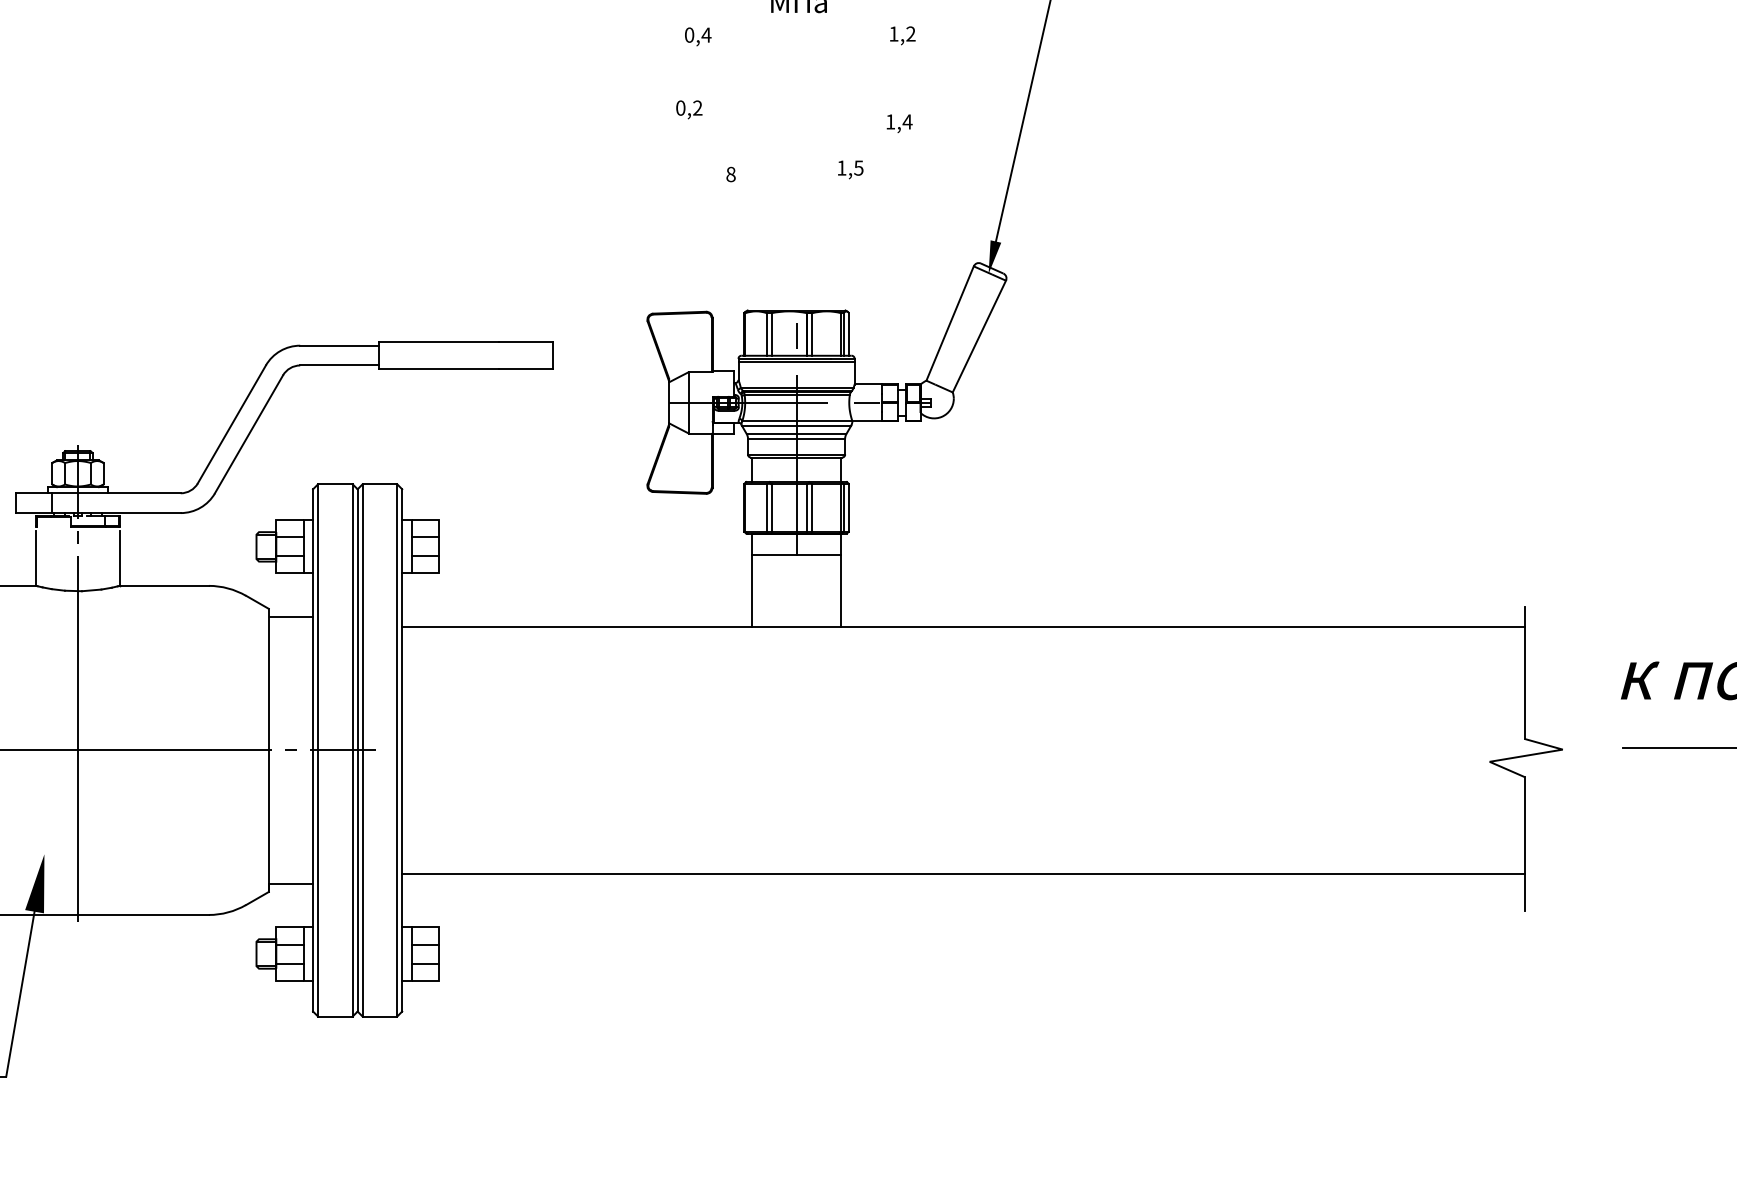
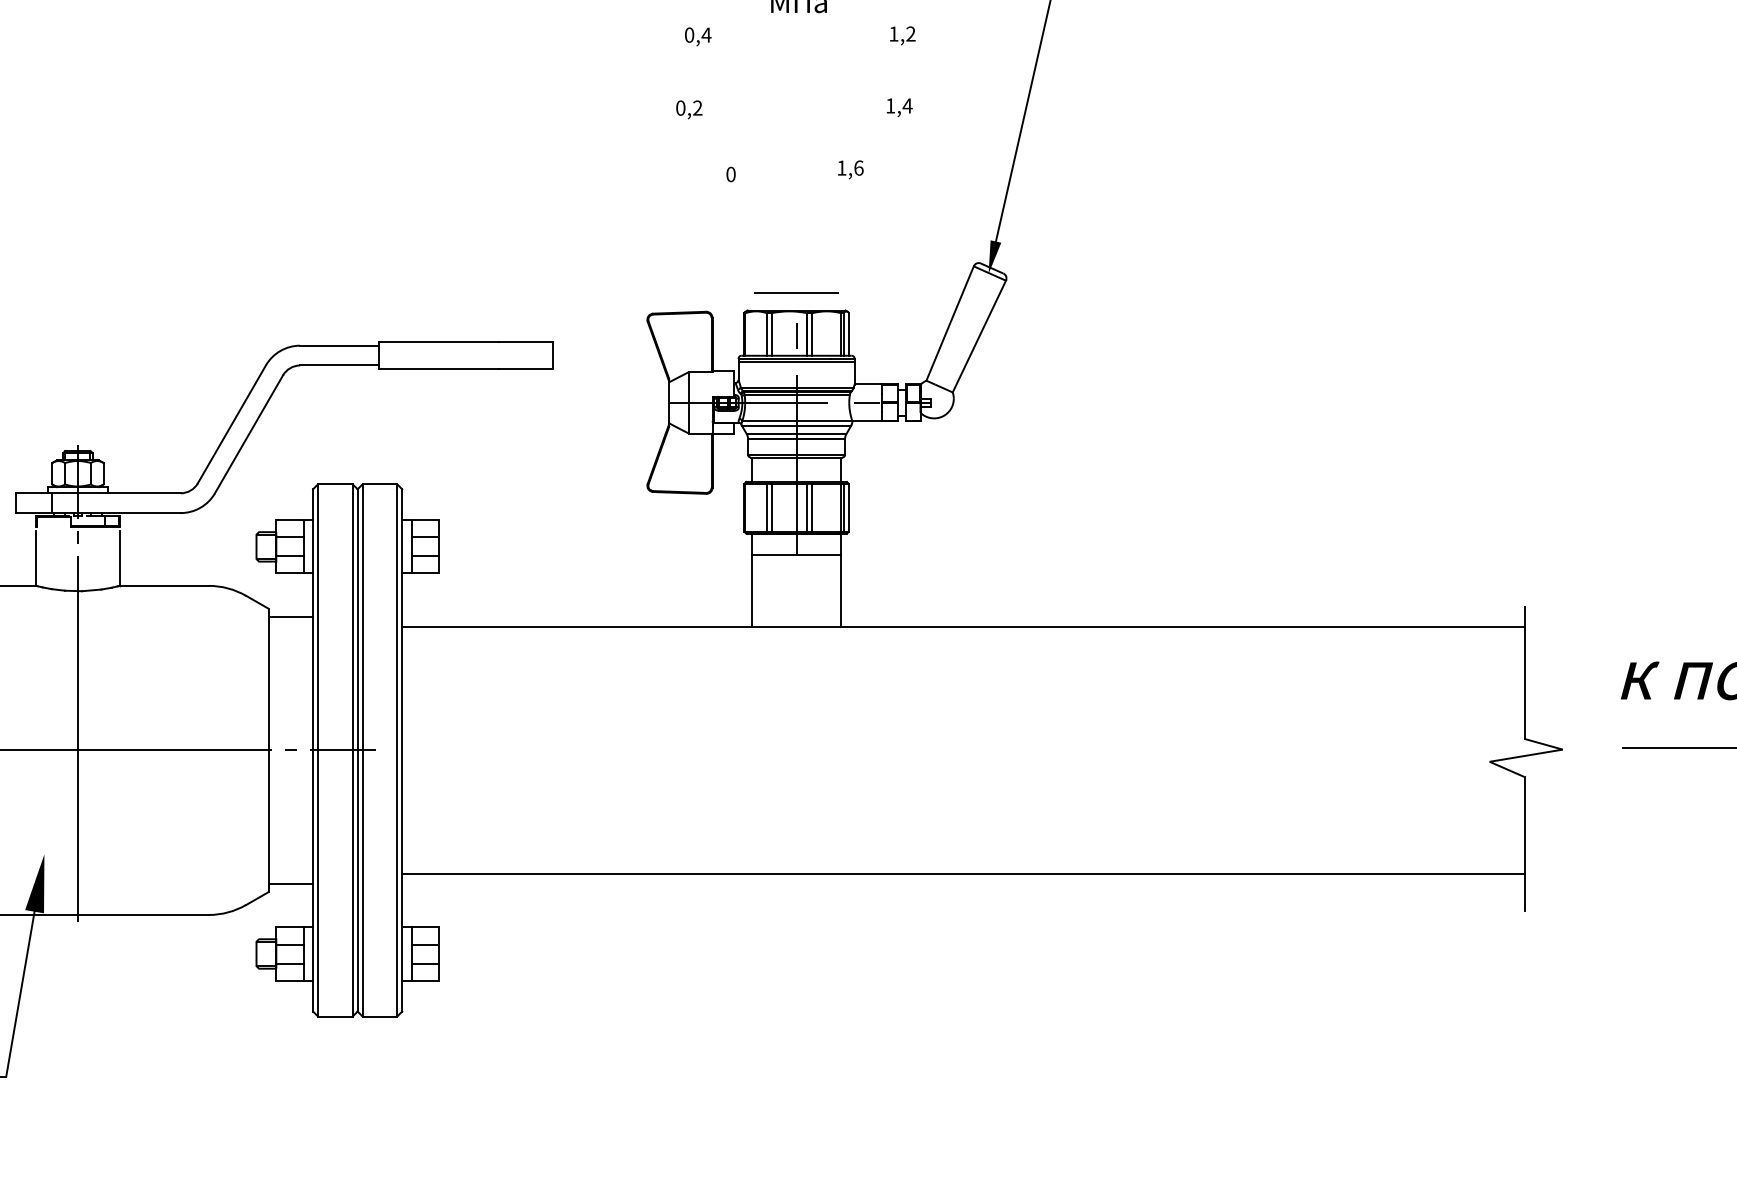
text at (899, 123) position: (899, 123) -> (899, 107)
text at (858, 167): 1,5 -> 1,6
text at (730, 174): 8 -> 0
line at (796, 292): none -> present
